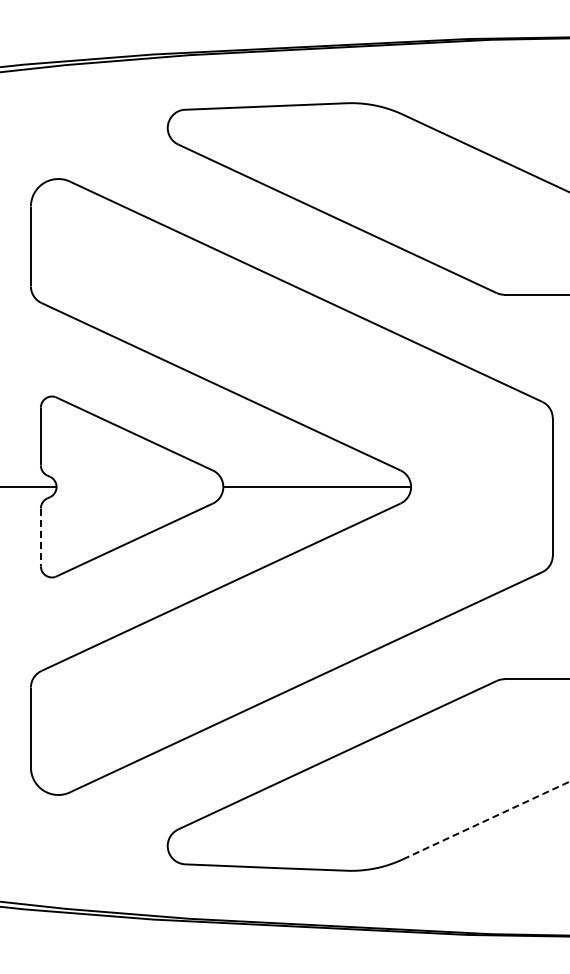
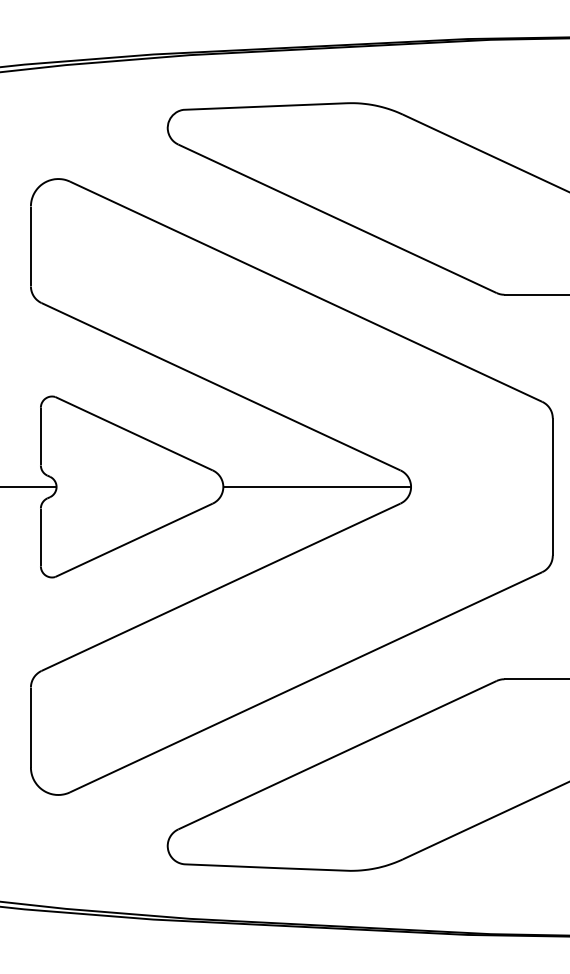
line at (40, 537): dashed -> solid
line at (486, 820): dashed -> solid
